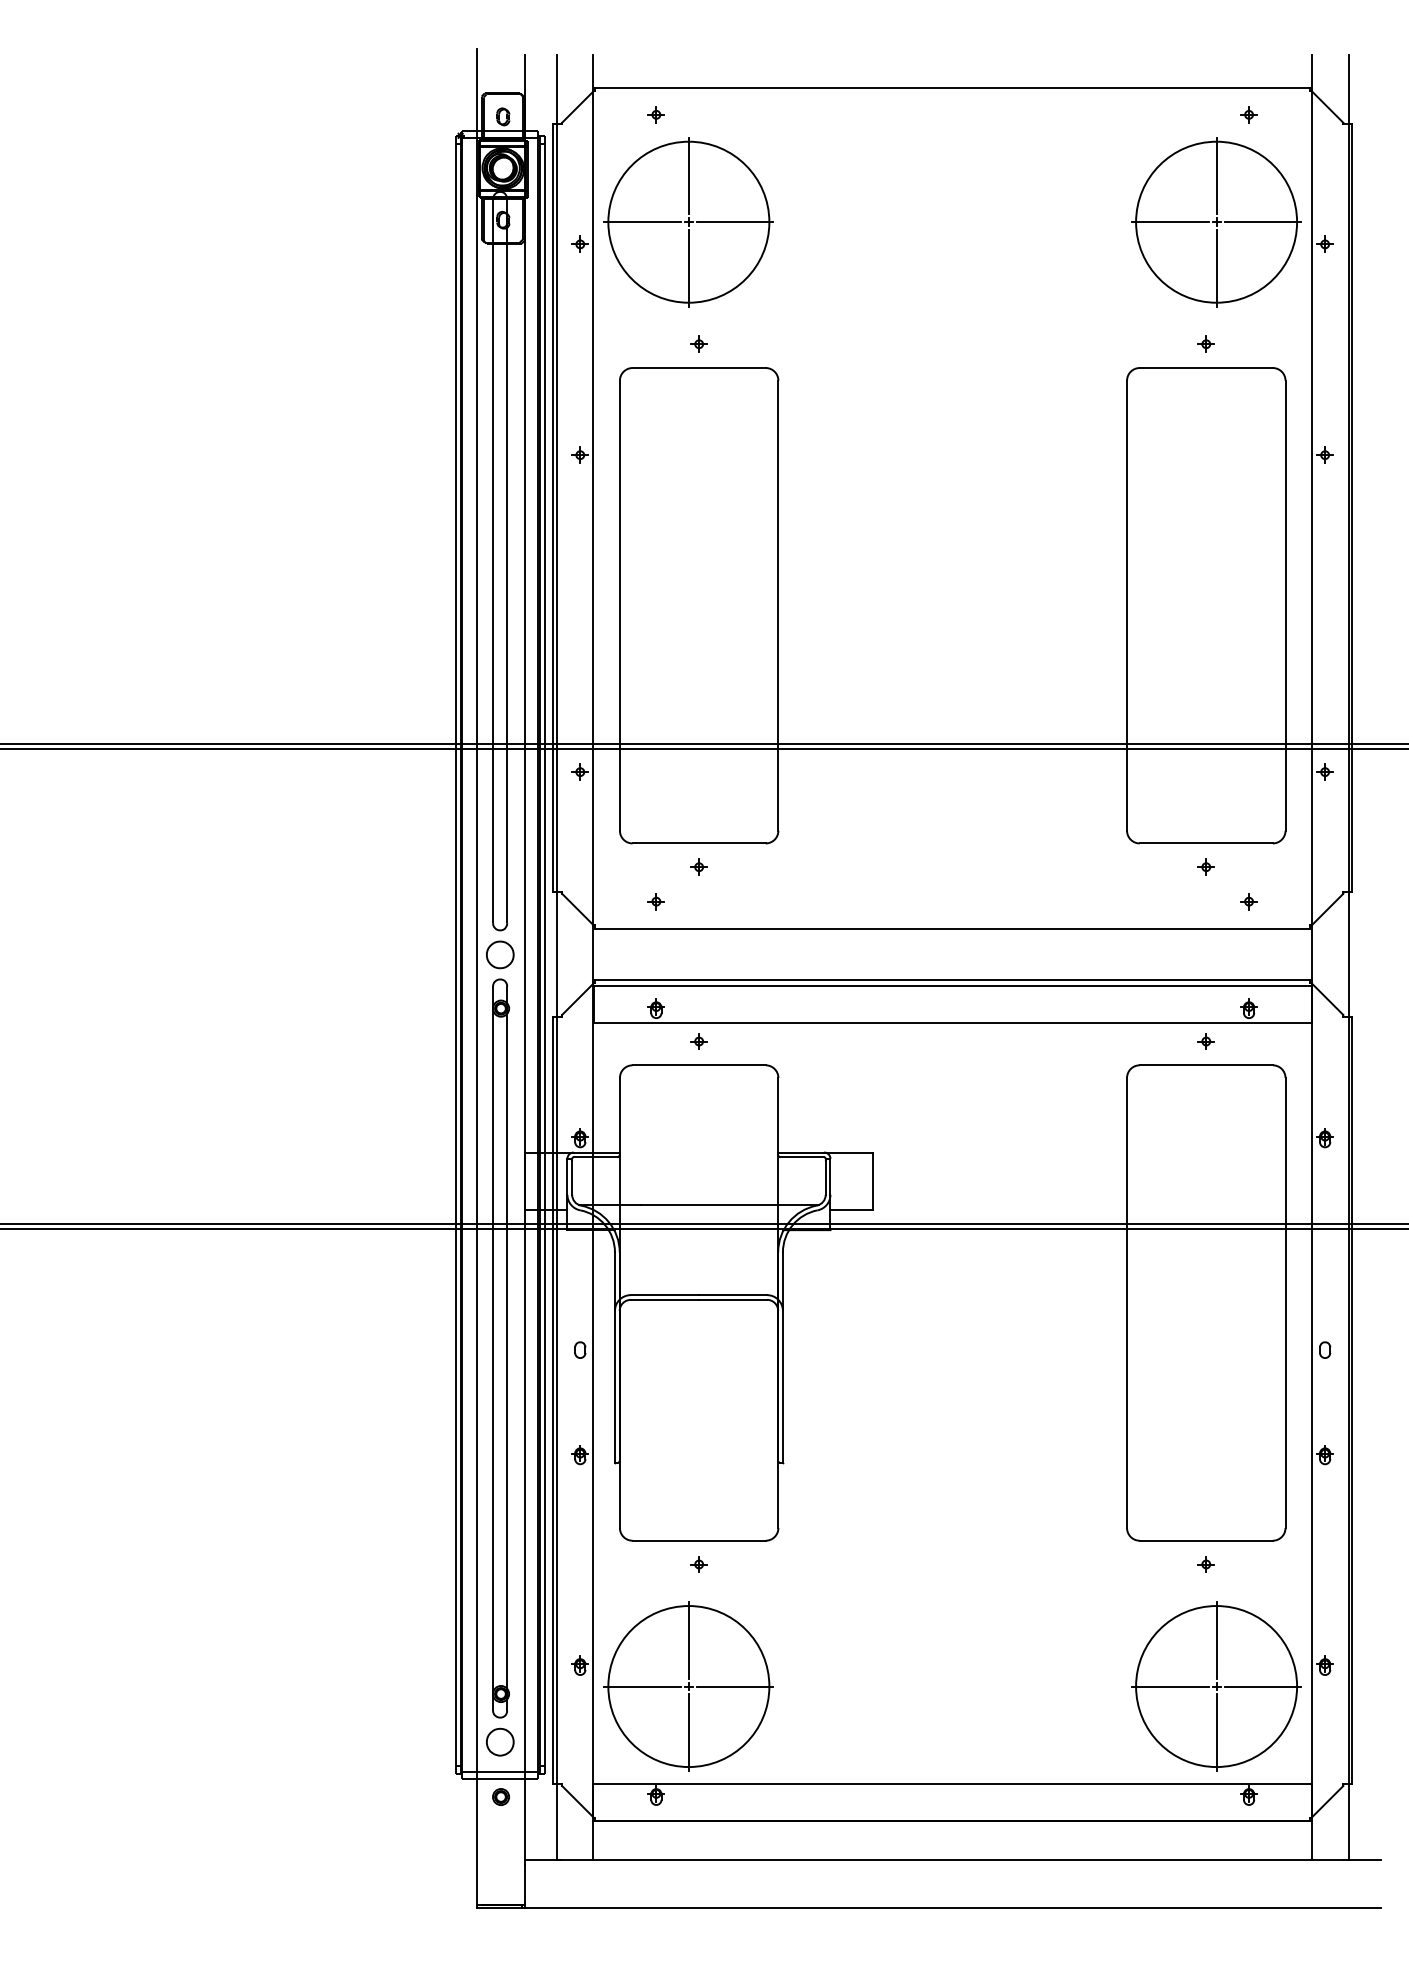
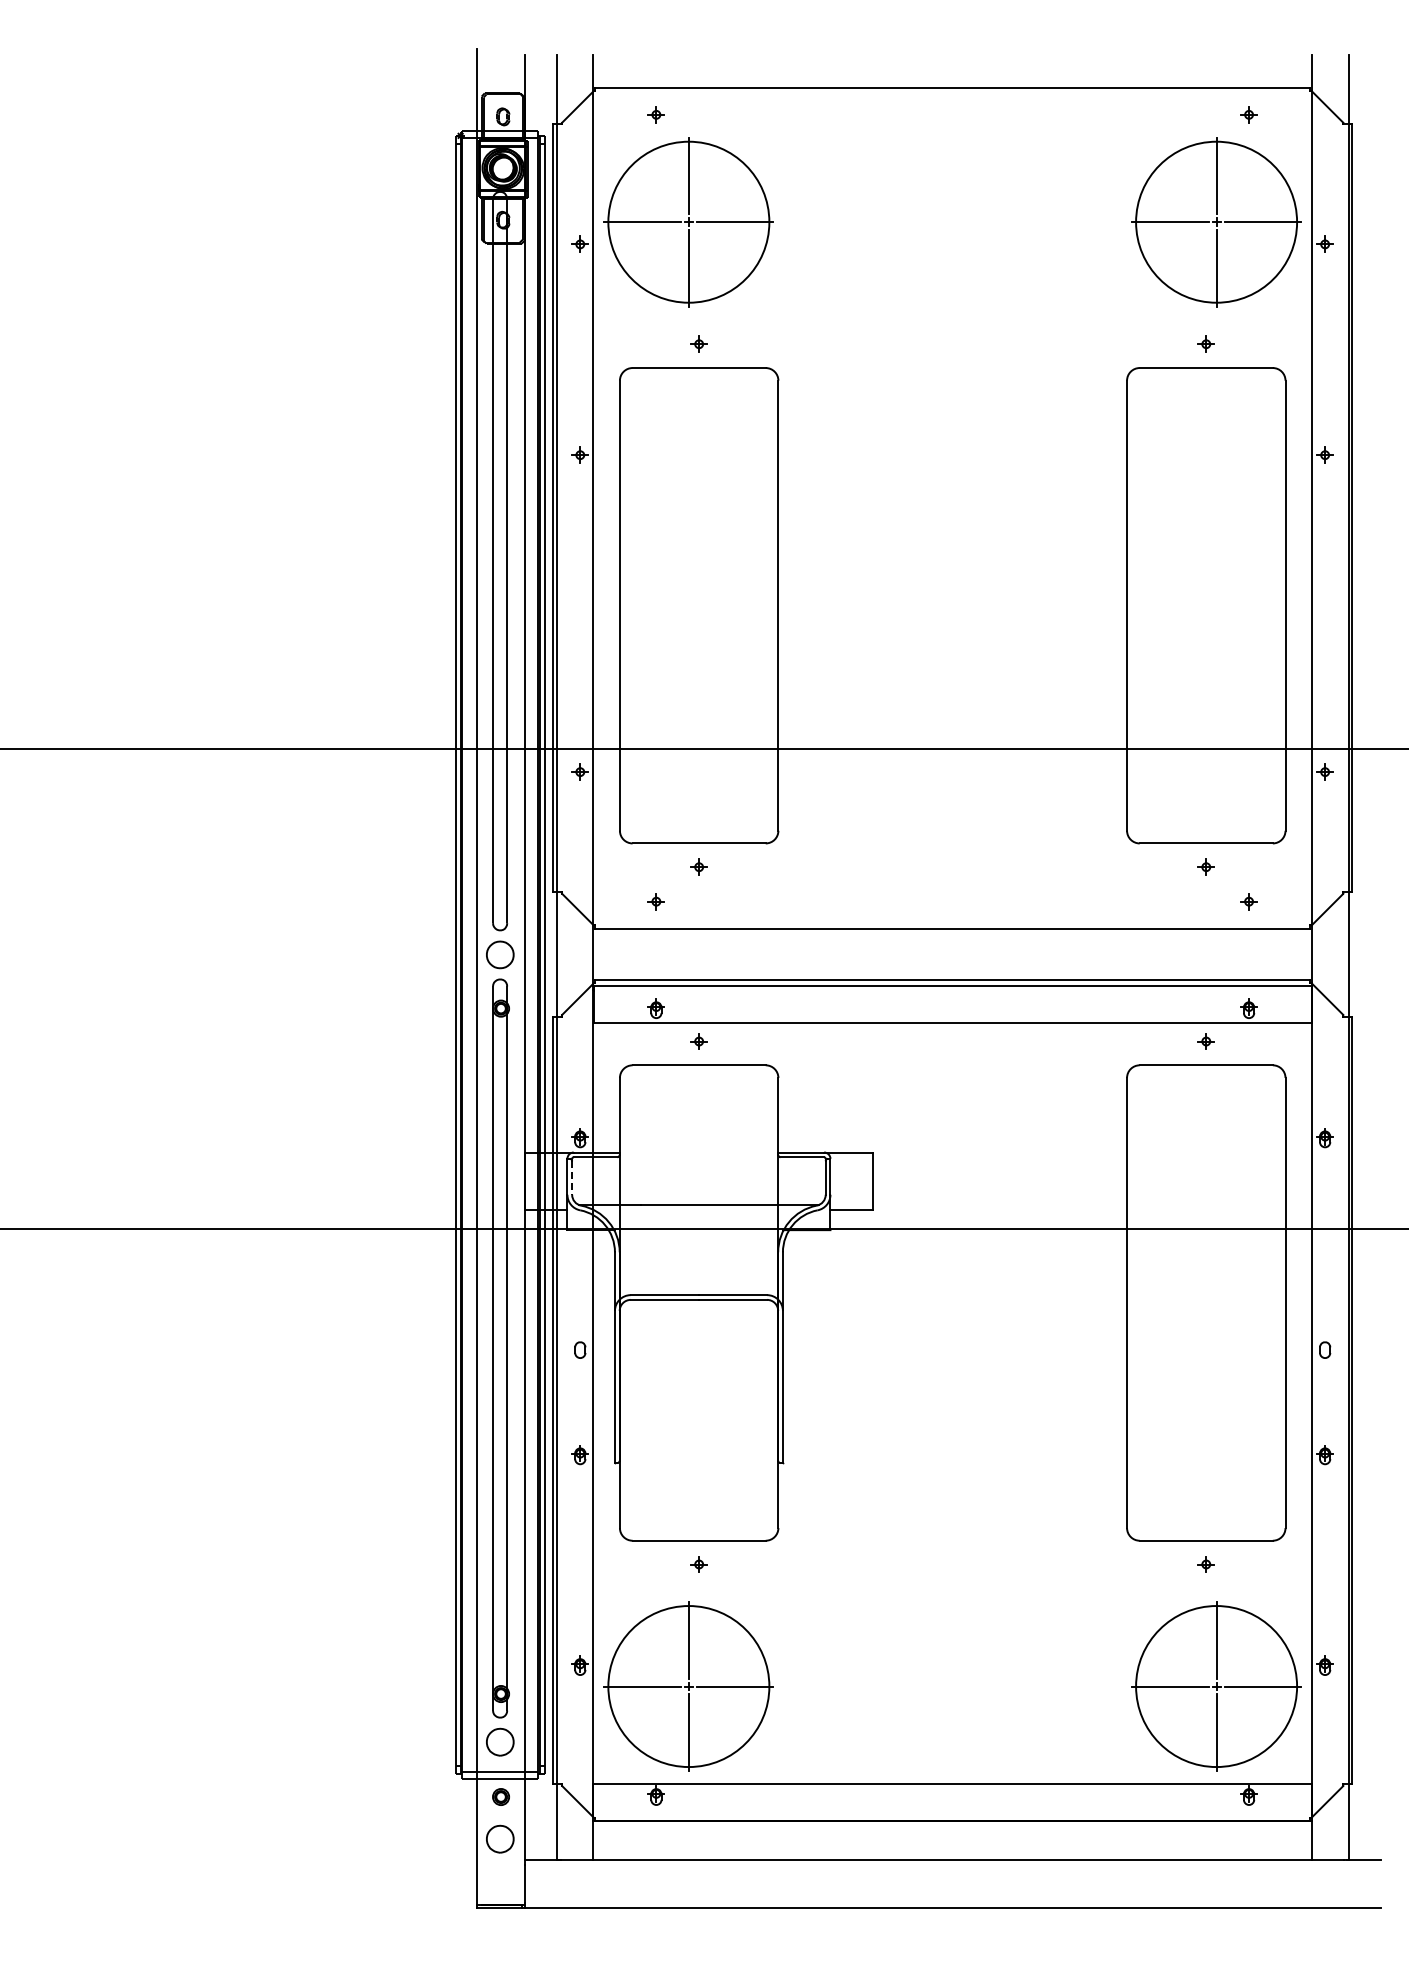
line at (703, 743): present -> none
line at (572, 1178): solid -> dashed
line at (703, 1223): present -> none
part at (500, 1838): none -> present
